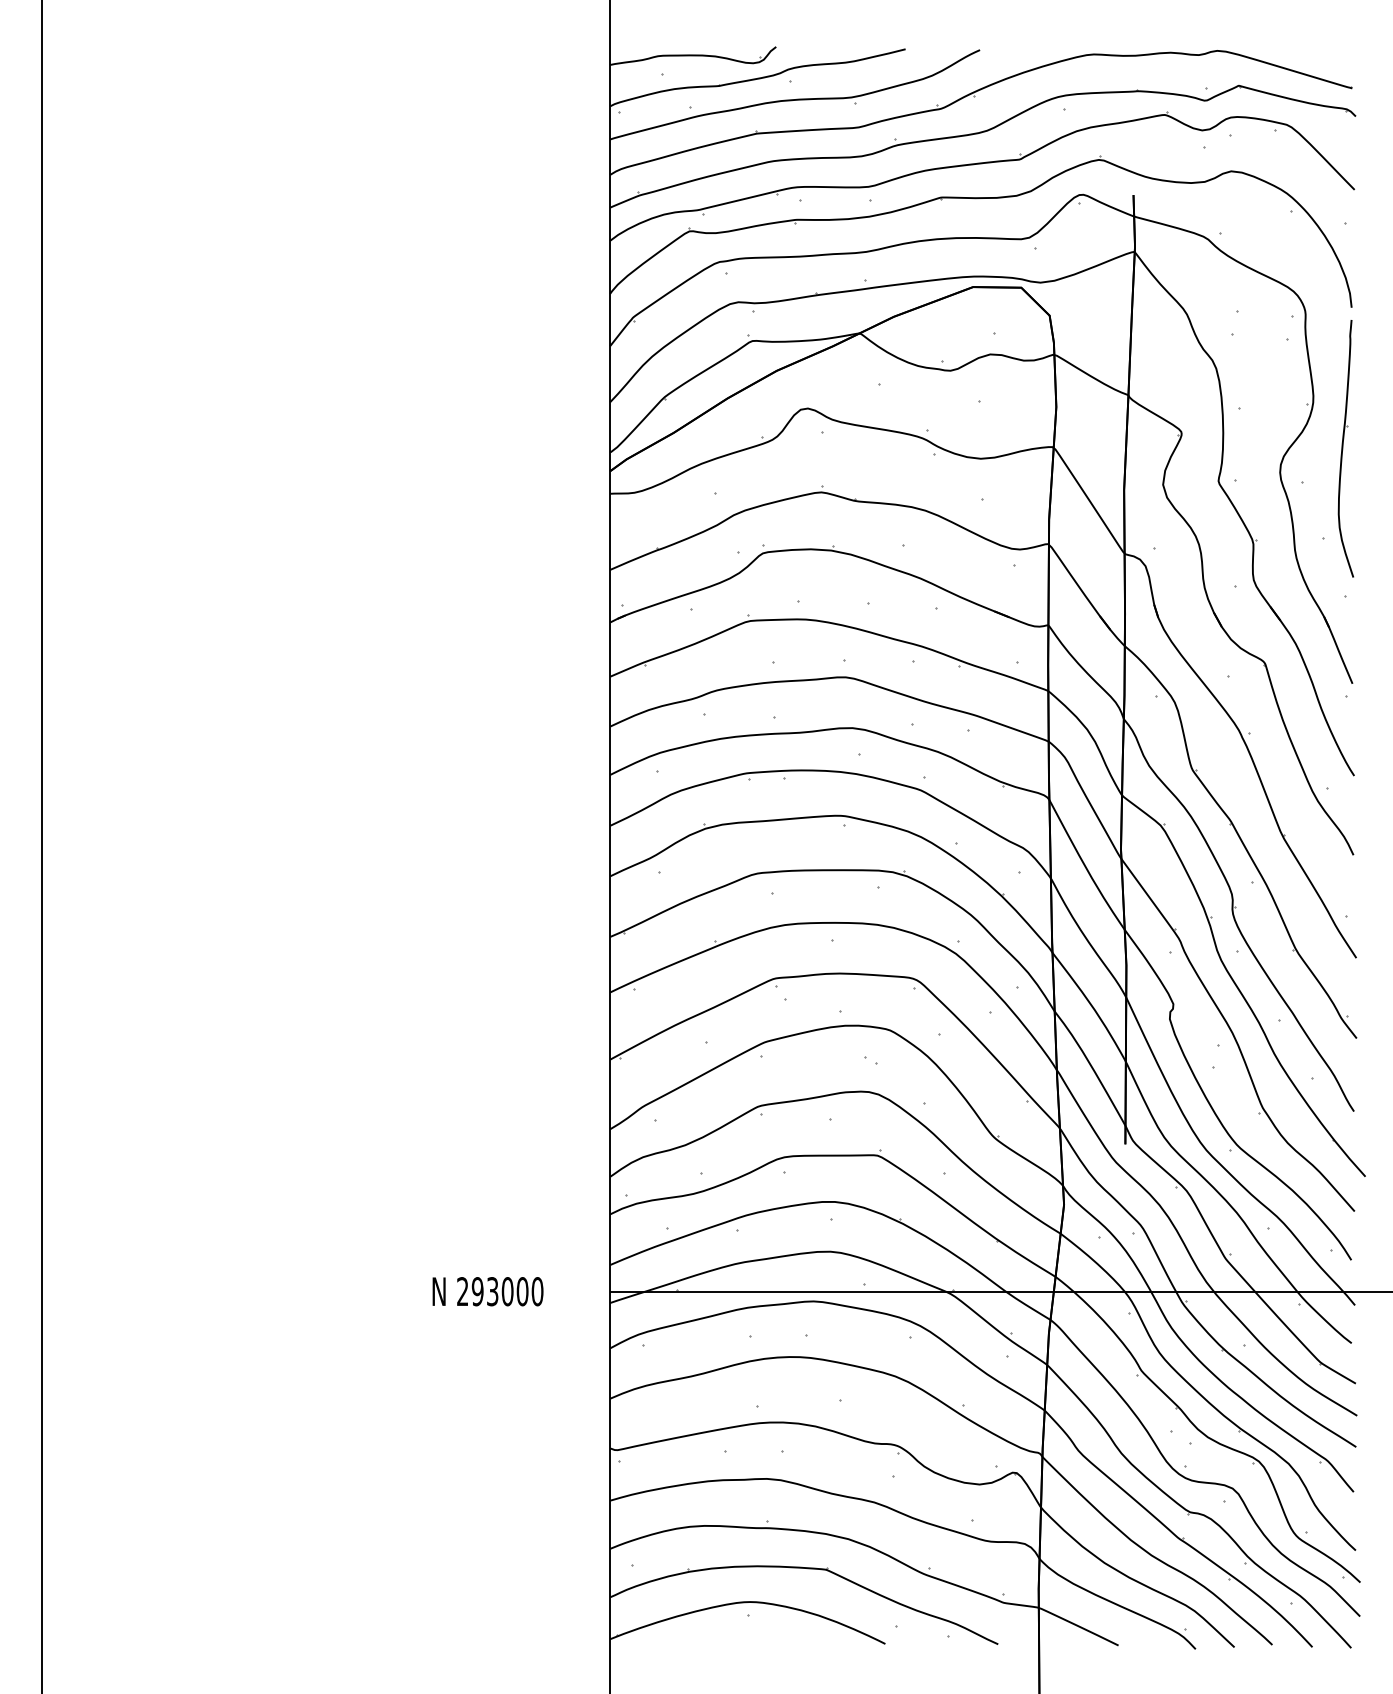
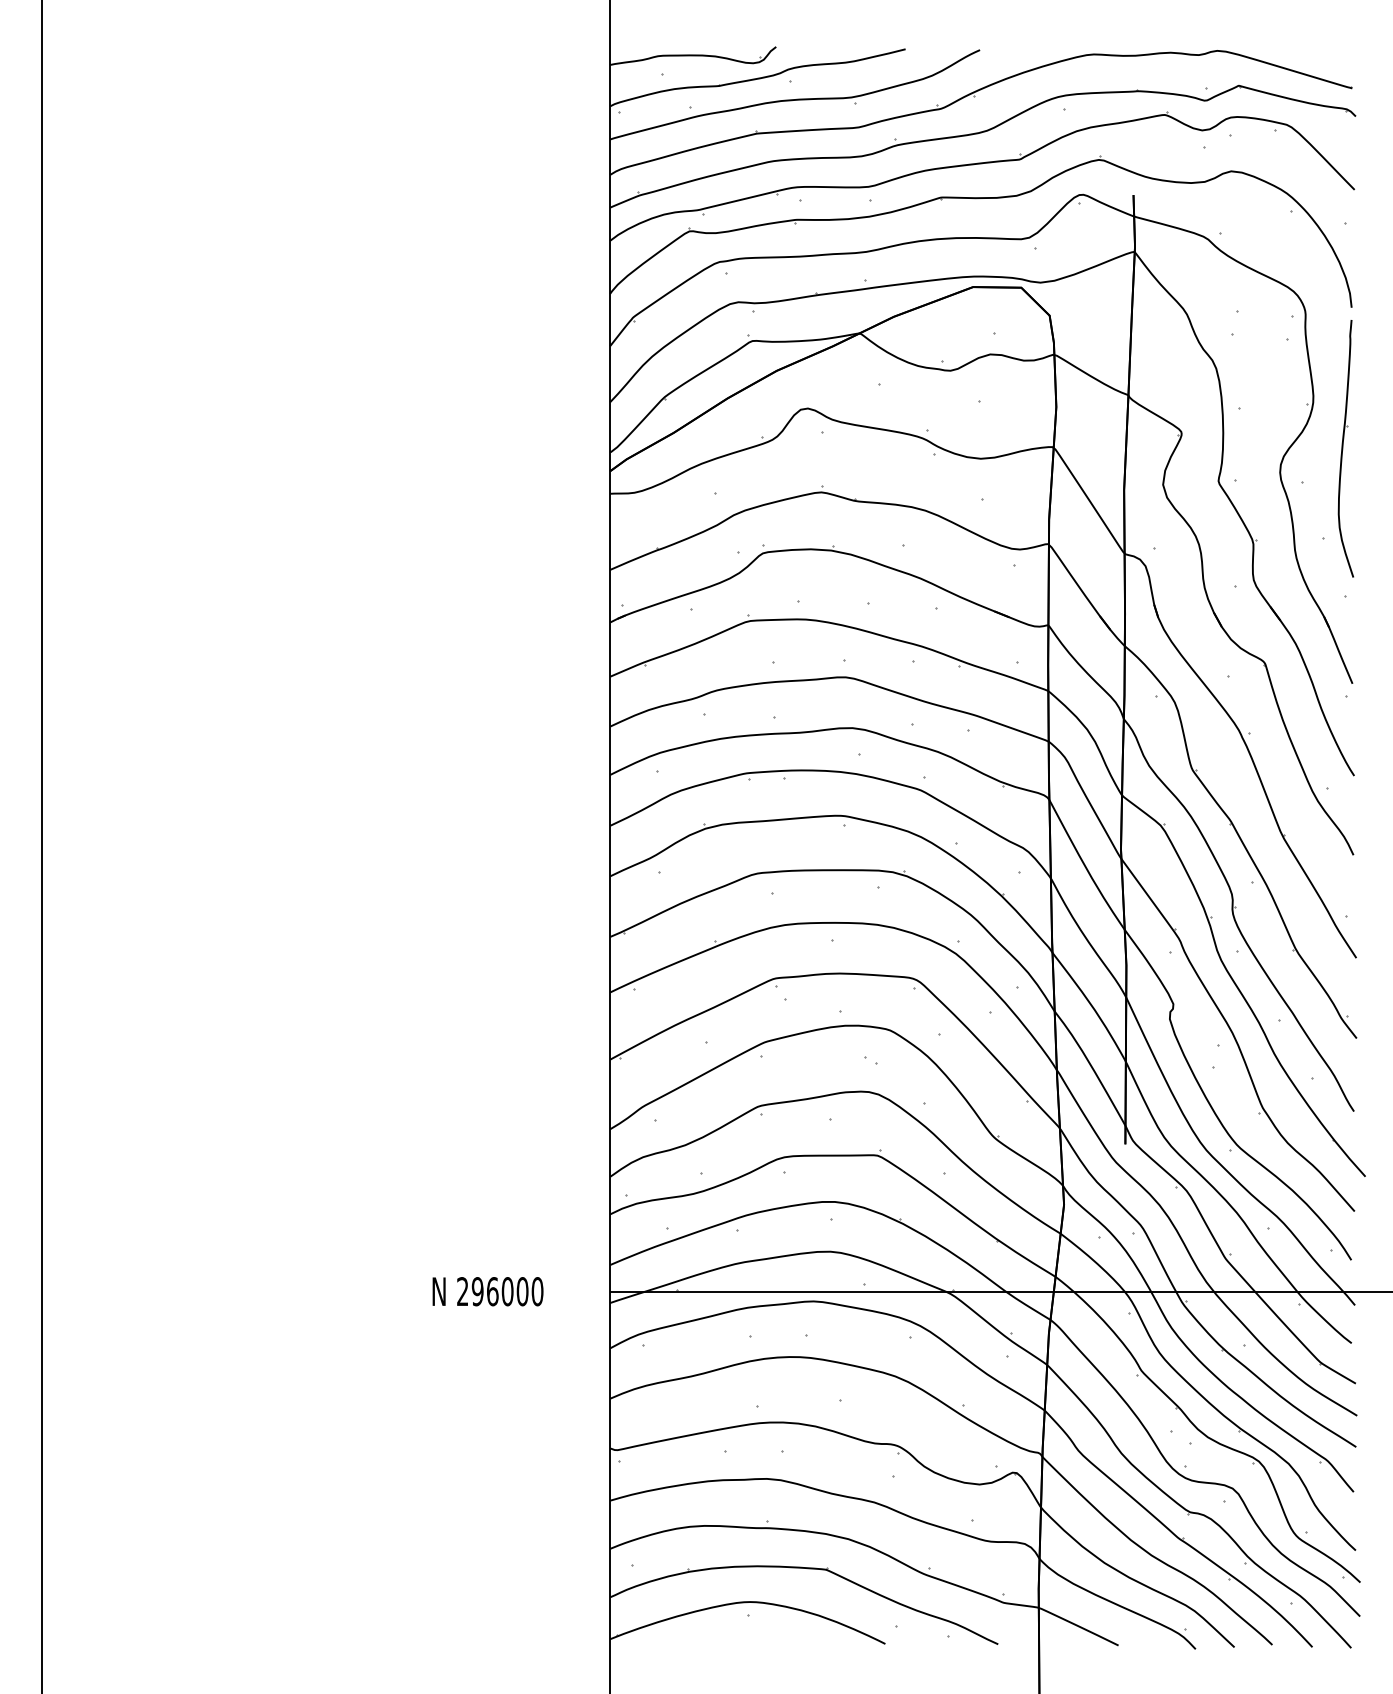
text at (492, 1291): 293000 -> 296000
